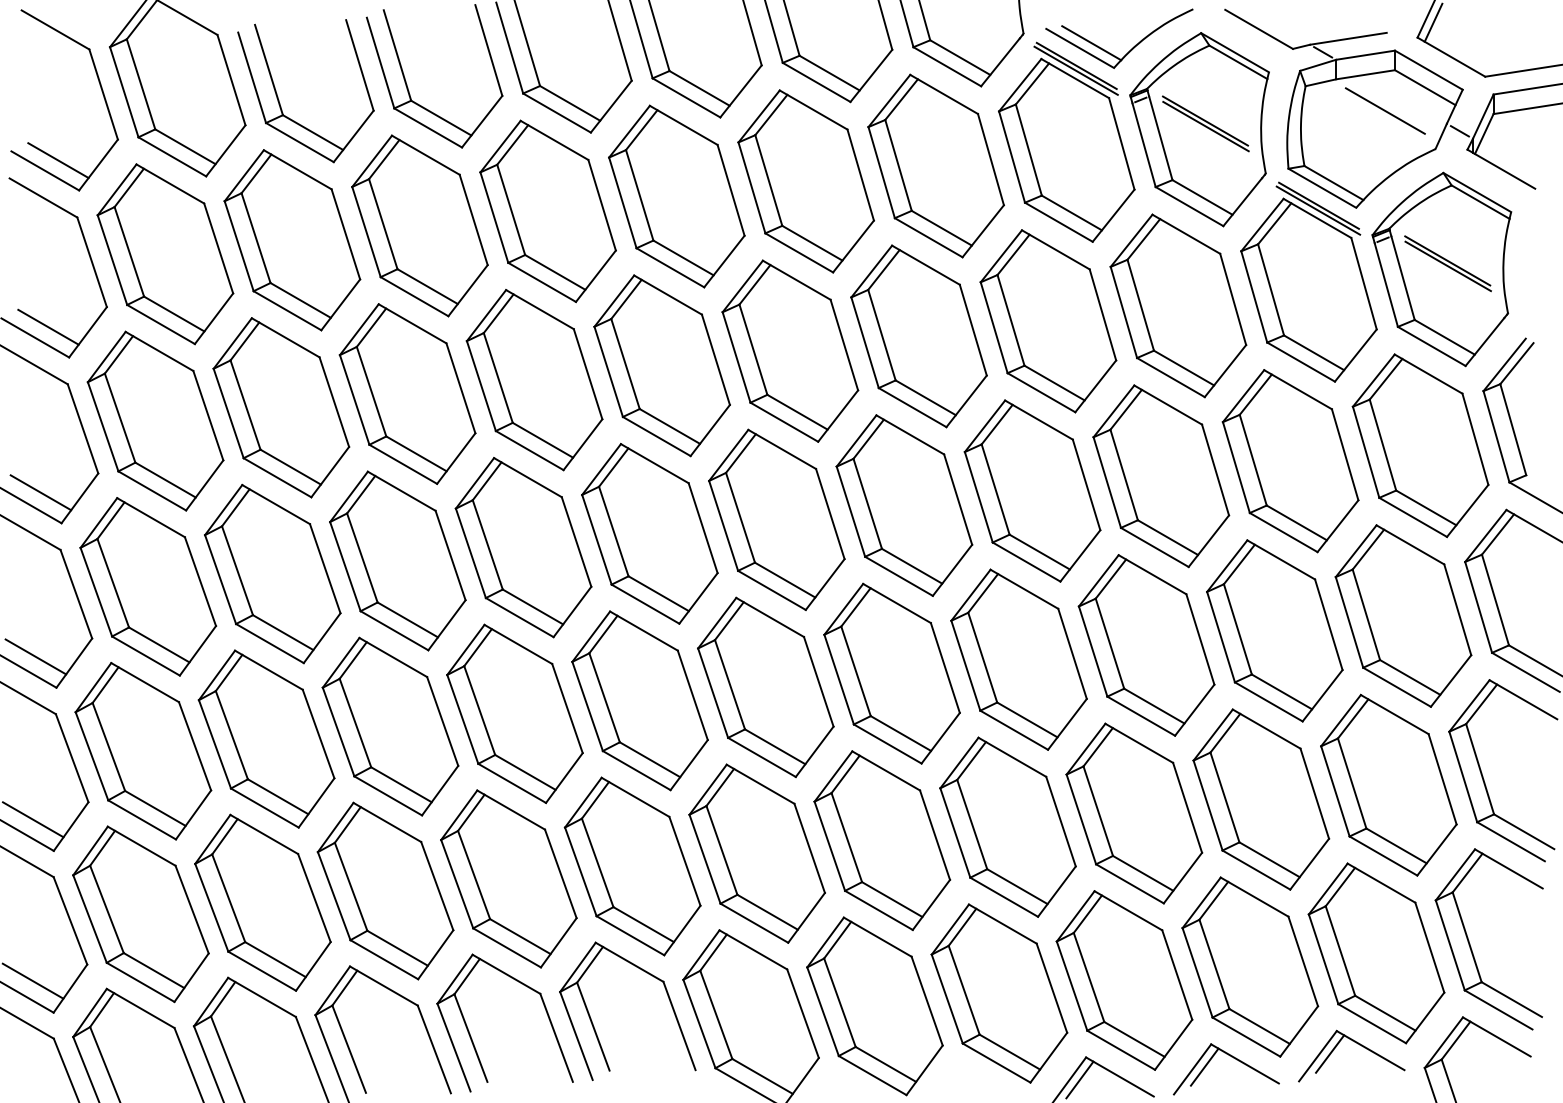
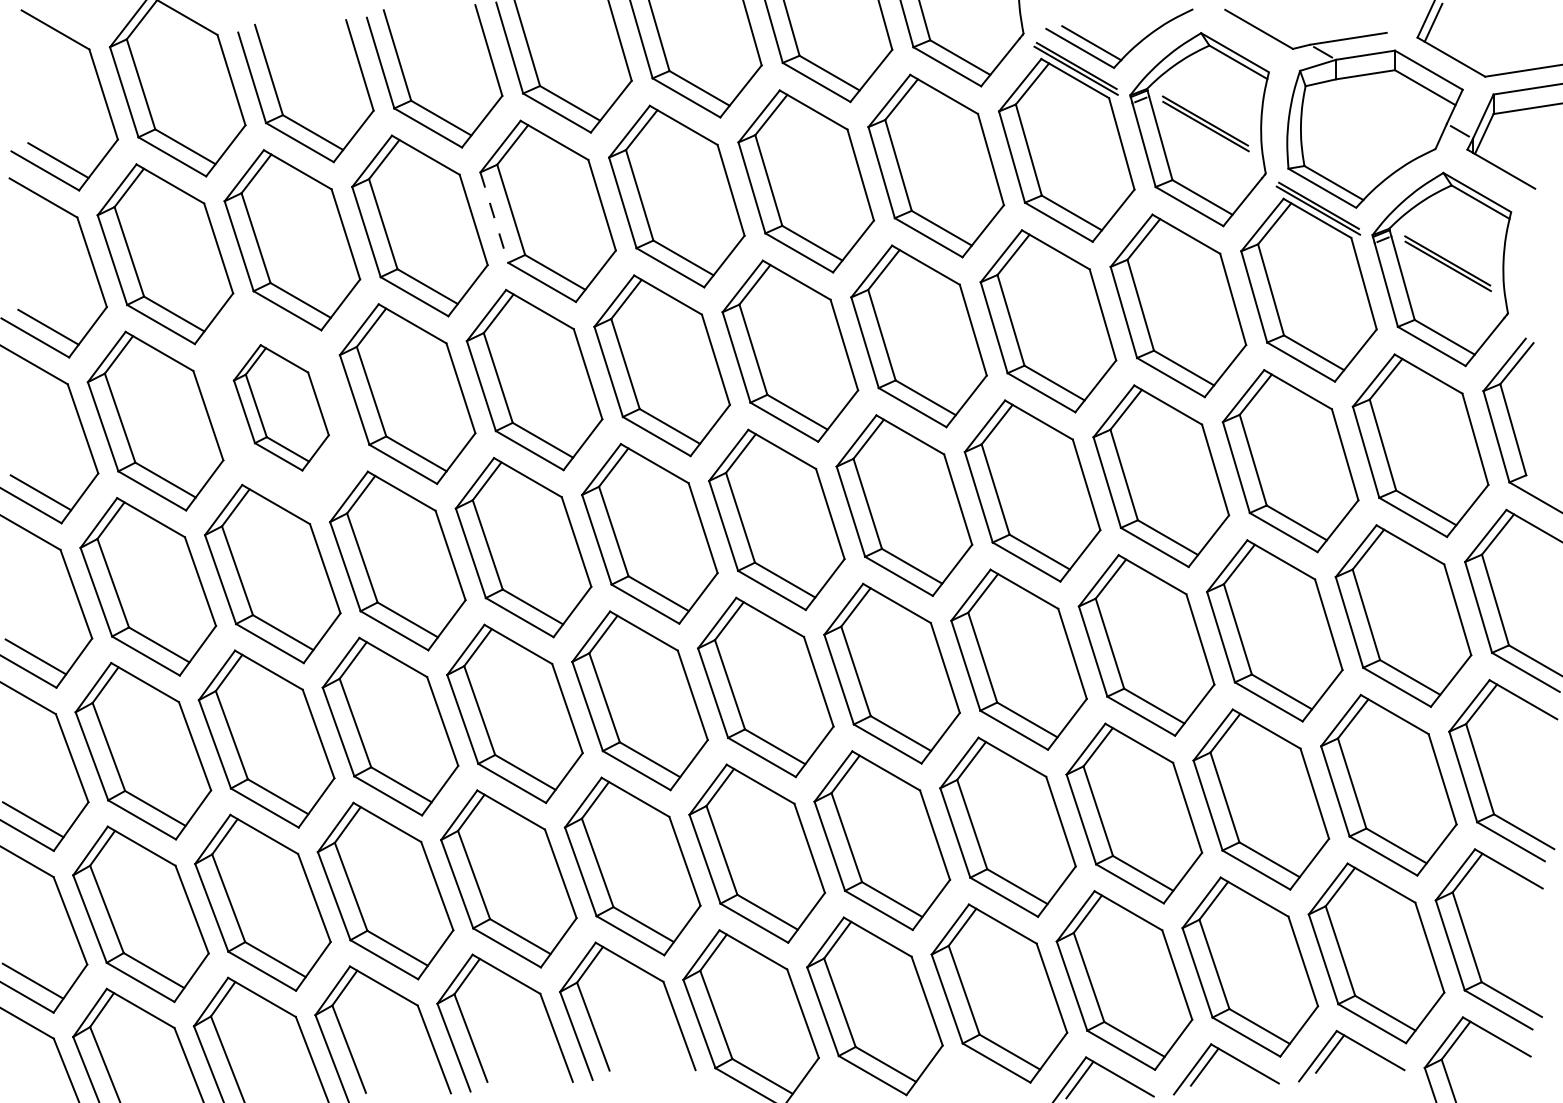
line at (1385, 110): present -> none
line at (494, 218): solid -> dashed
part at (281, 407) size: 139x182 px -> 98x128 px
